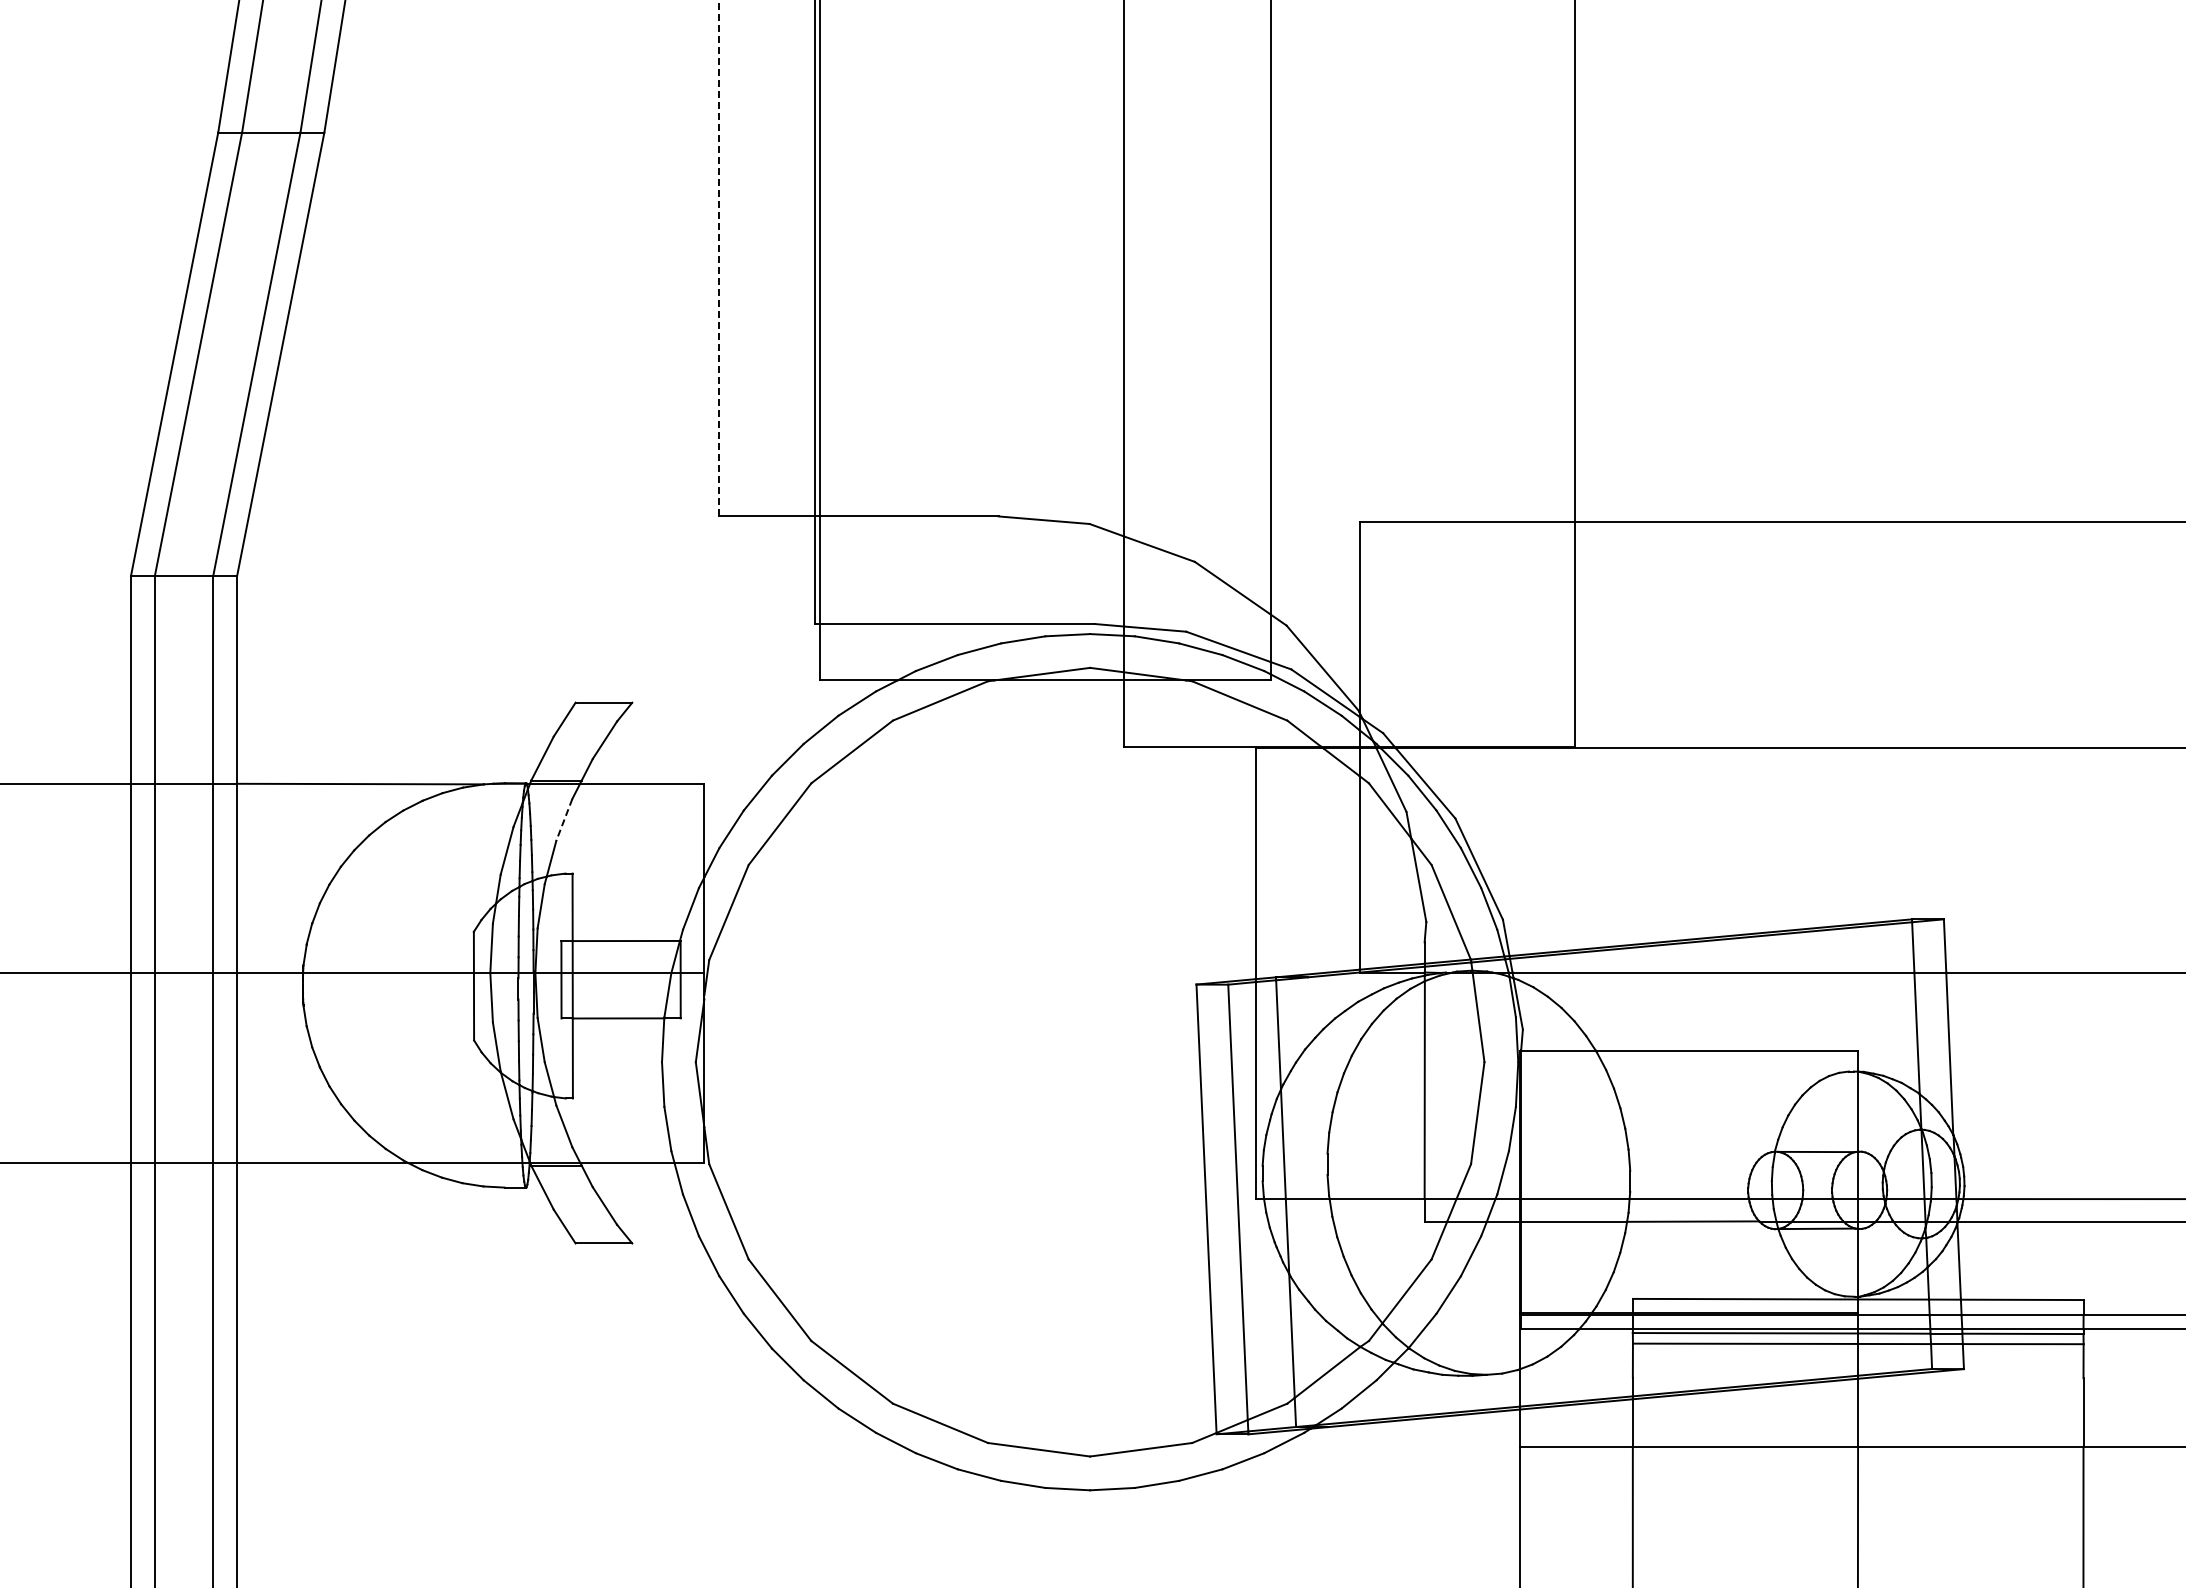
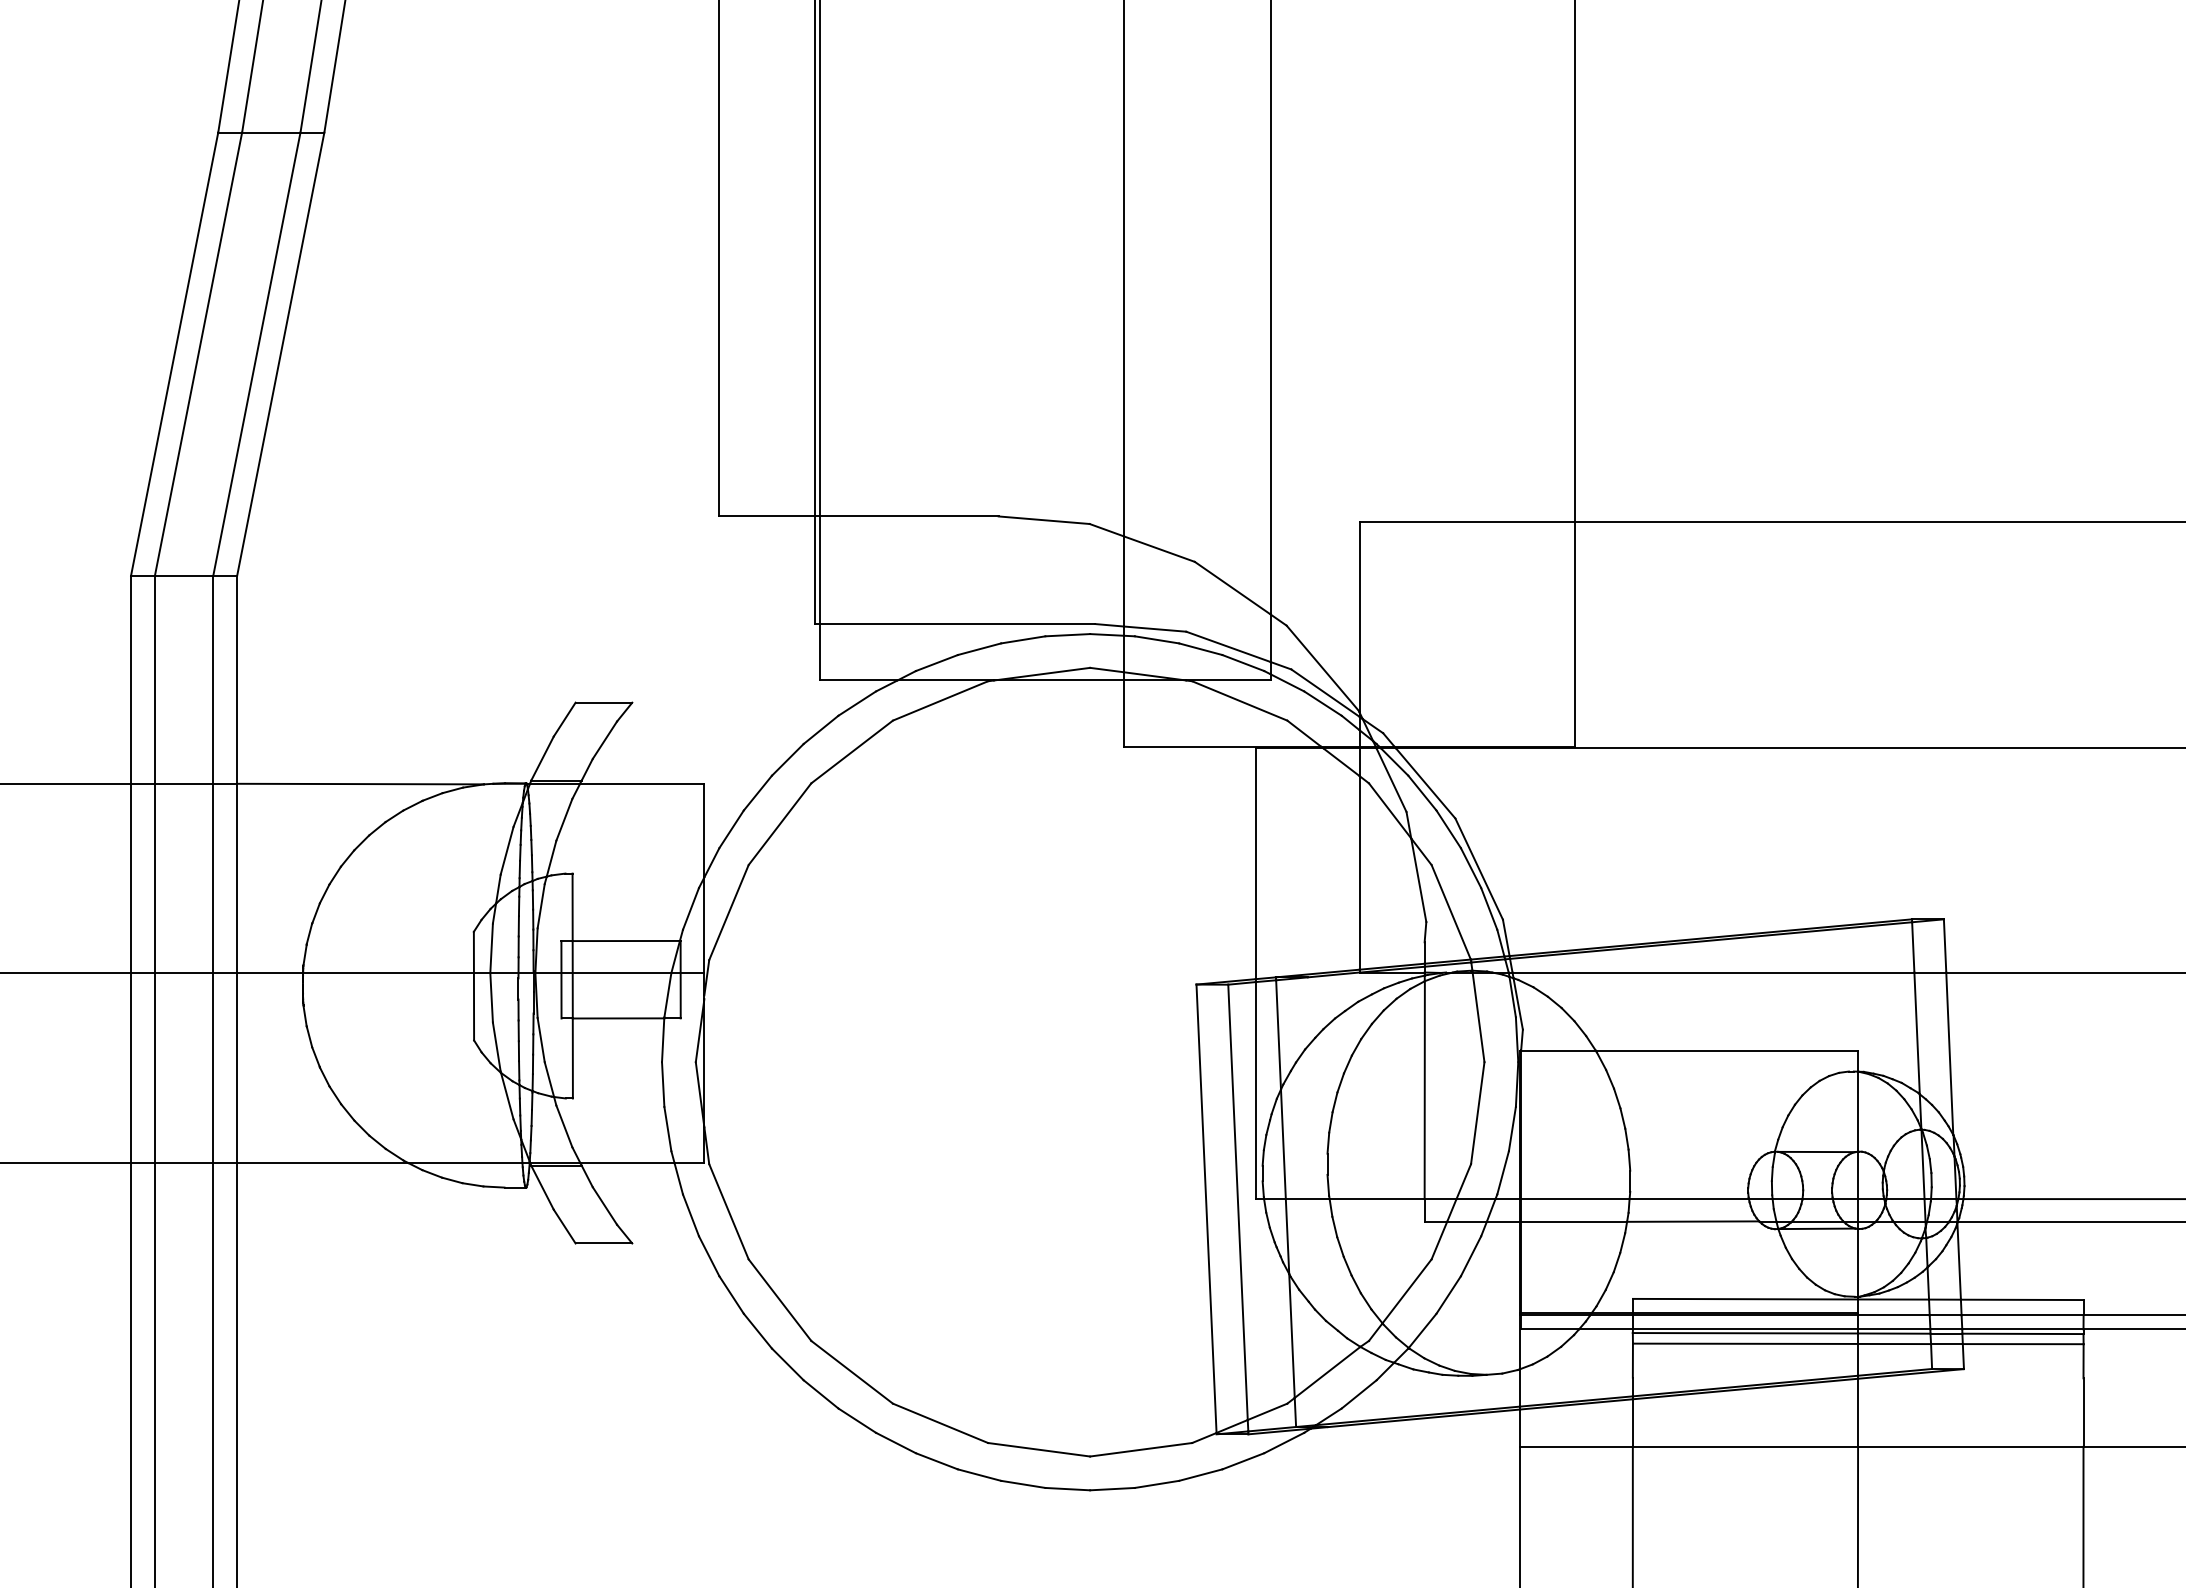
line at (718, 258): dashed -> solid
line at (564, 820): dashed -> solid
